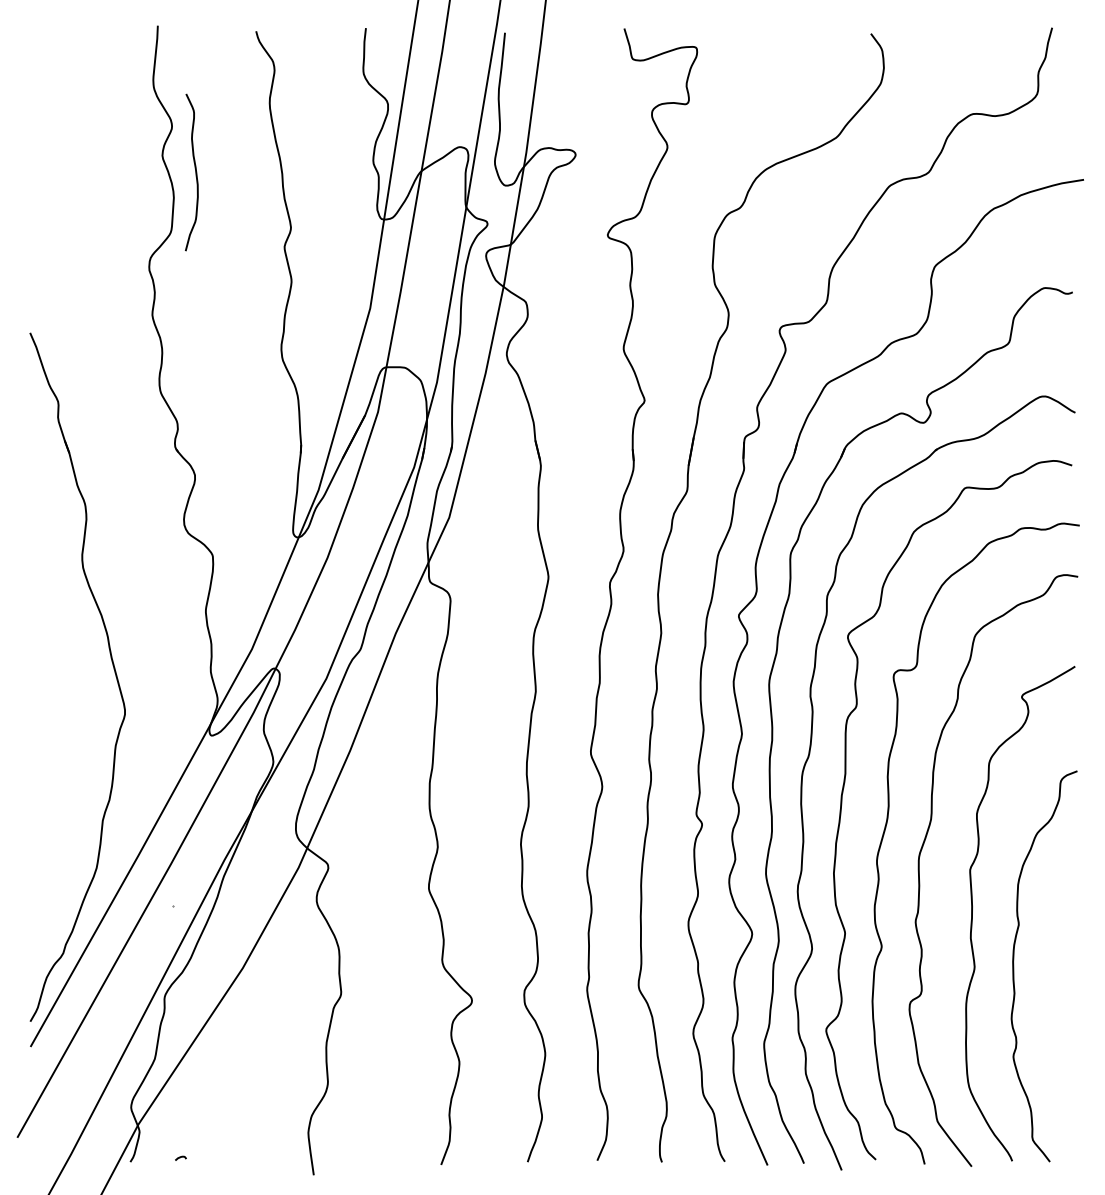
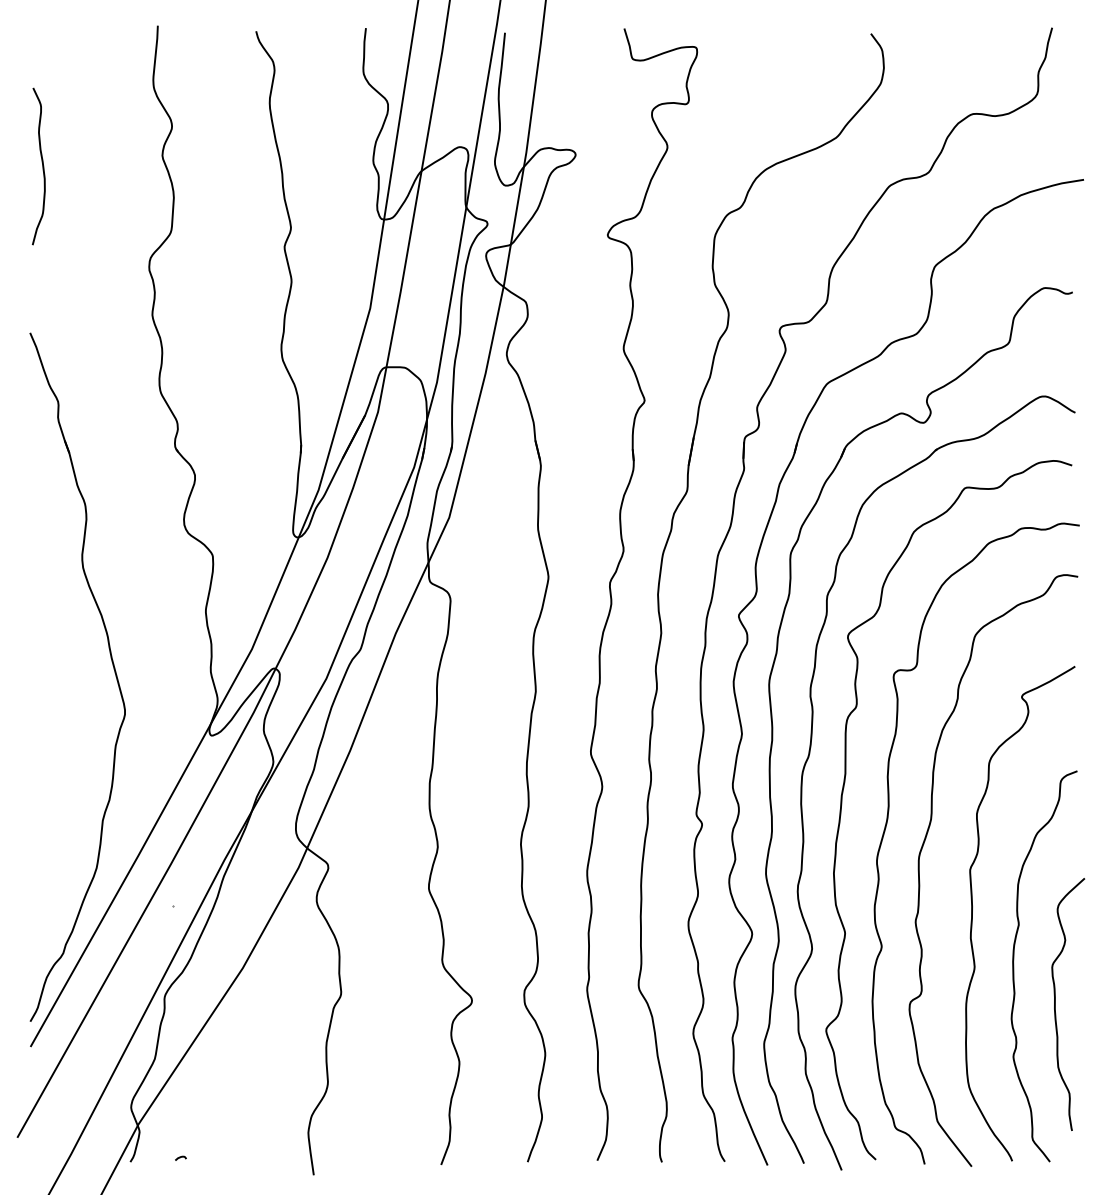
curve at (195, 172) position: (195, 172) -> (42, 166)
curve at (1055, 1004): none -> present
